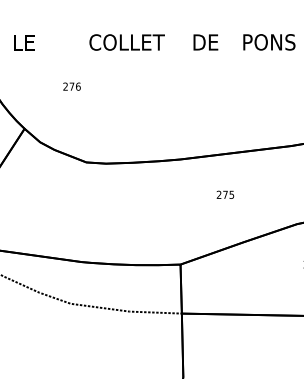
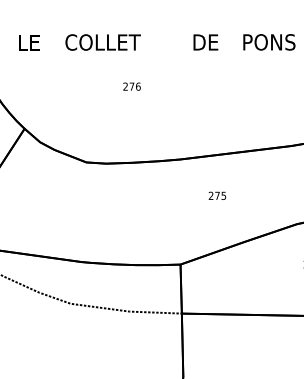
text at (24, 42) position: (24, 42) -> (29, 42)
text at (126, 42) position: (126, 42) -> (102, 42)
text at (71, 86) position: (71, 86) -> (131, 86)
text at (225, 194) position: (225, 194) -> (217, 195)
